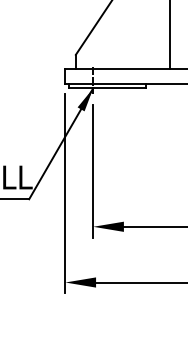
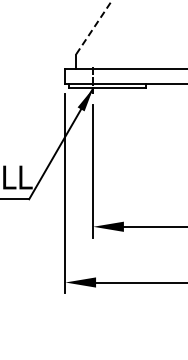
line at (94, 27): solid -> dashed
line at (169, 35): present -> none
